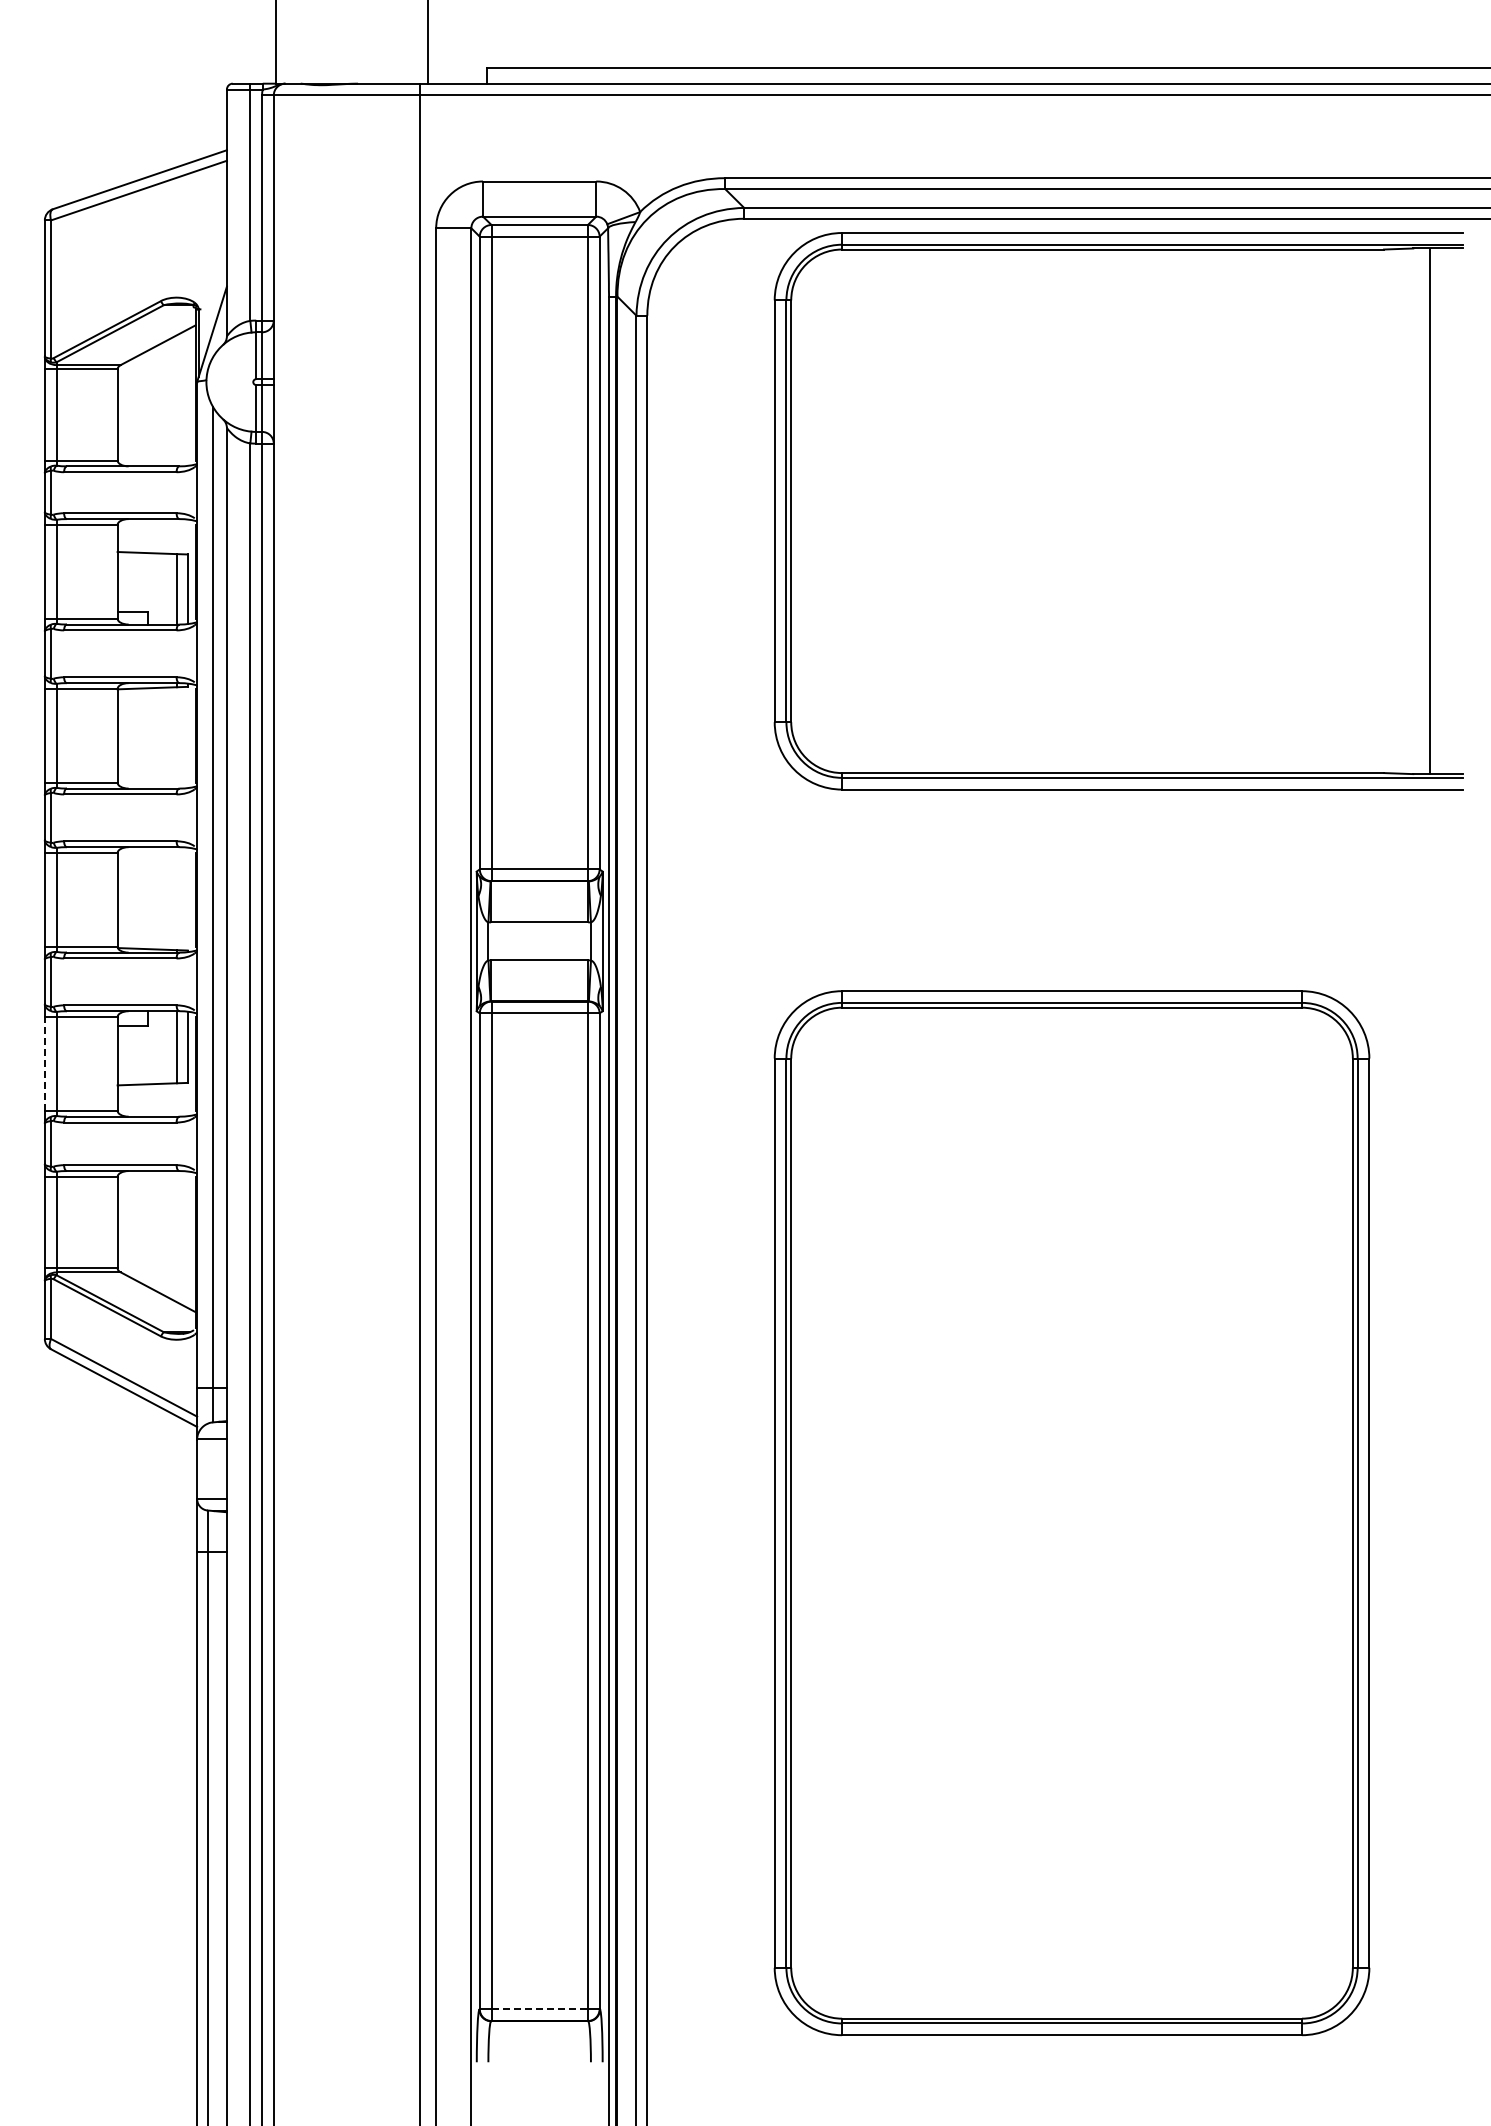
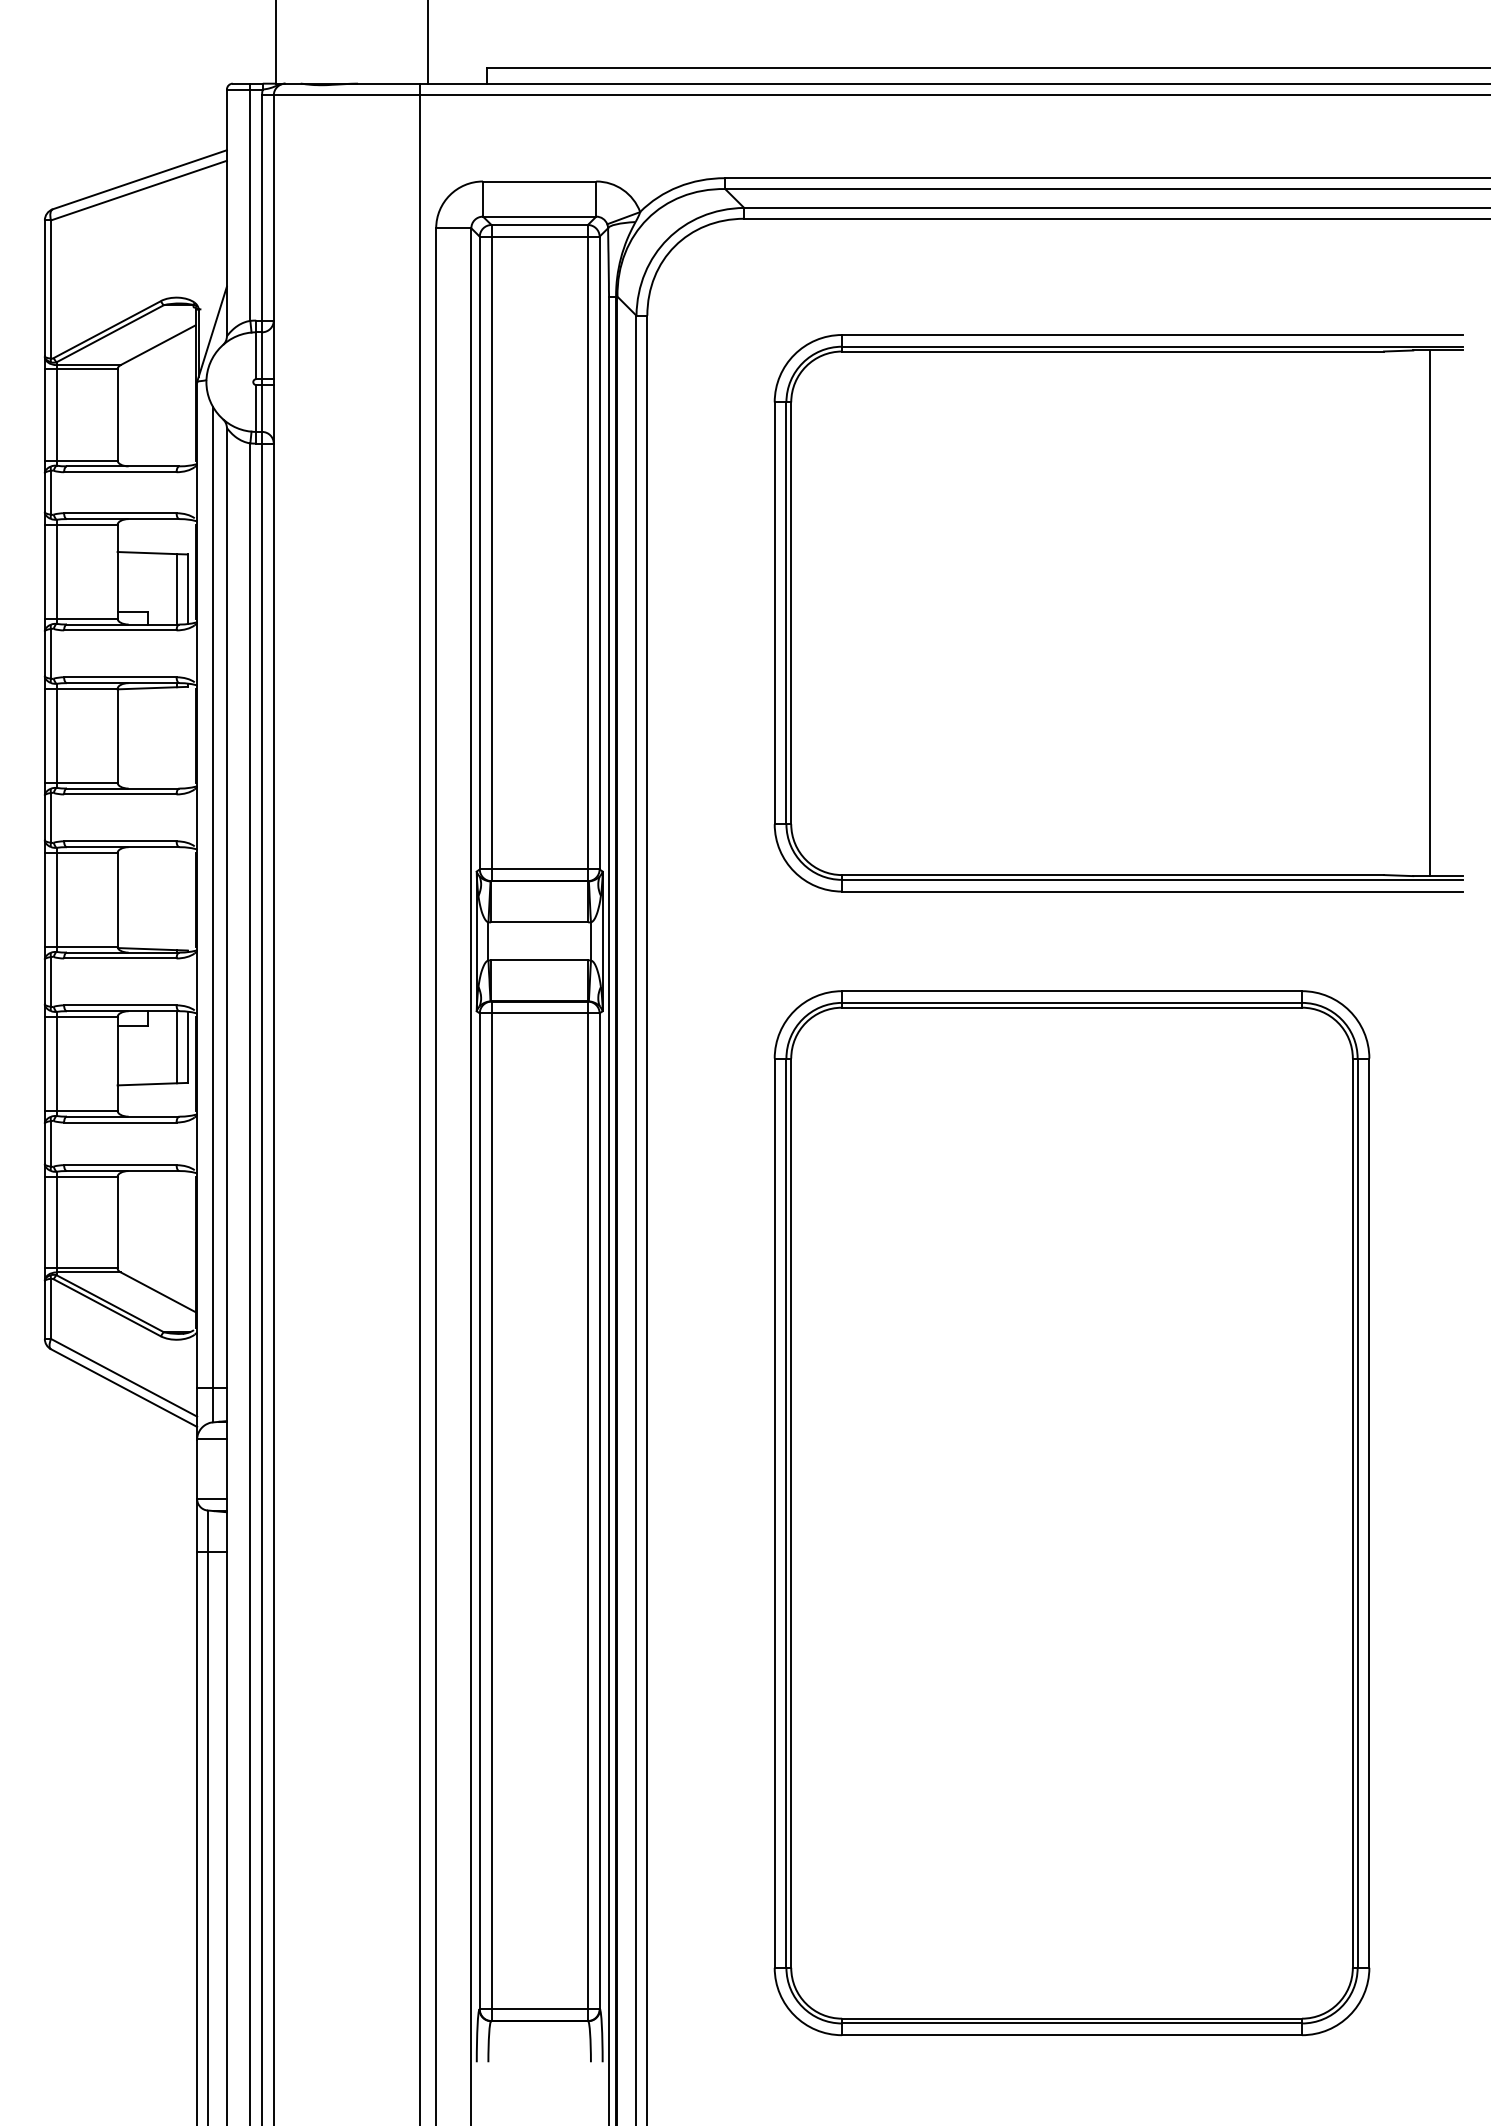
part at (1118, 511) position: (1118, 511) -> (1118, 613)
line at (44, 1063): dashed -> solid
line at (540, 2009): dashed -> solid
